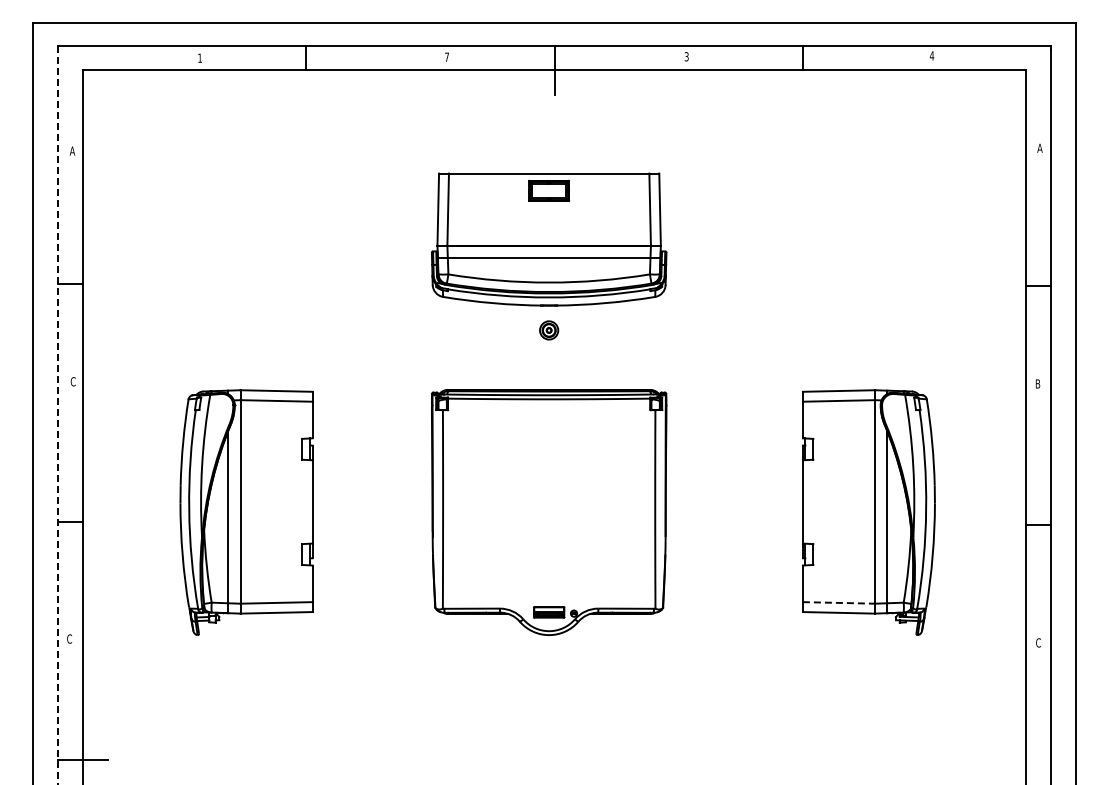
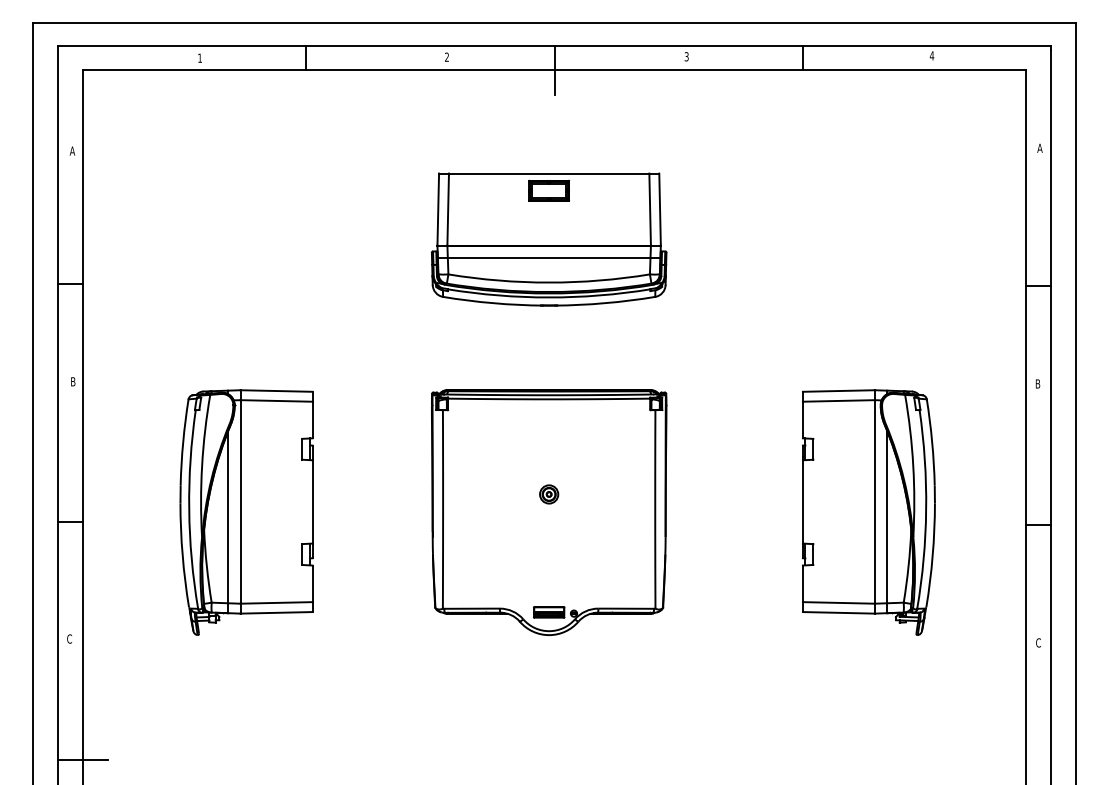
text at (446, 56): 7 -> 2
part at (549, 330) position: (549, 330) -> (549, 494)
text at (72, 381): C -> B
line at (58, 415): dashed -> solid
line at (838, 602): dashed -> solid
